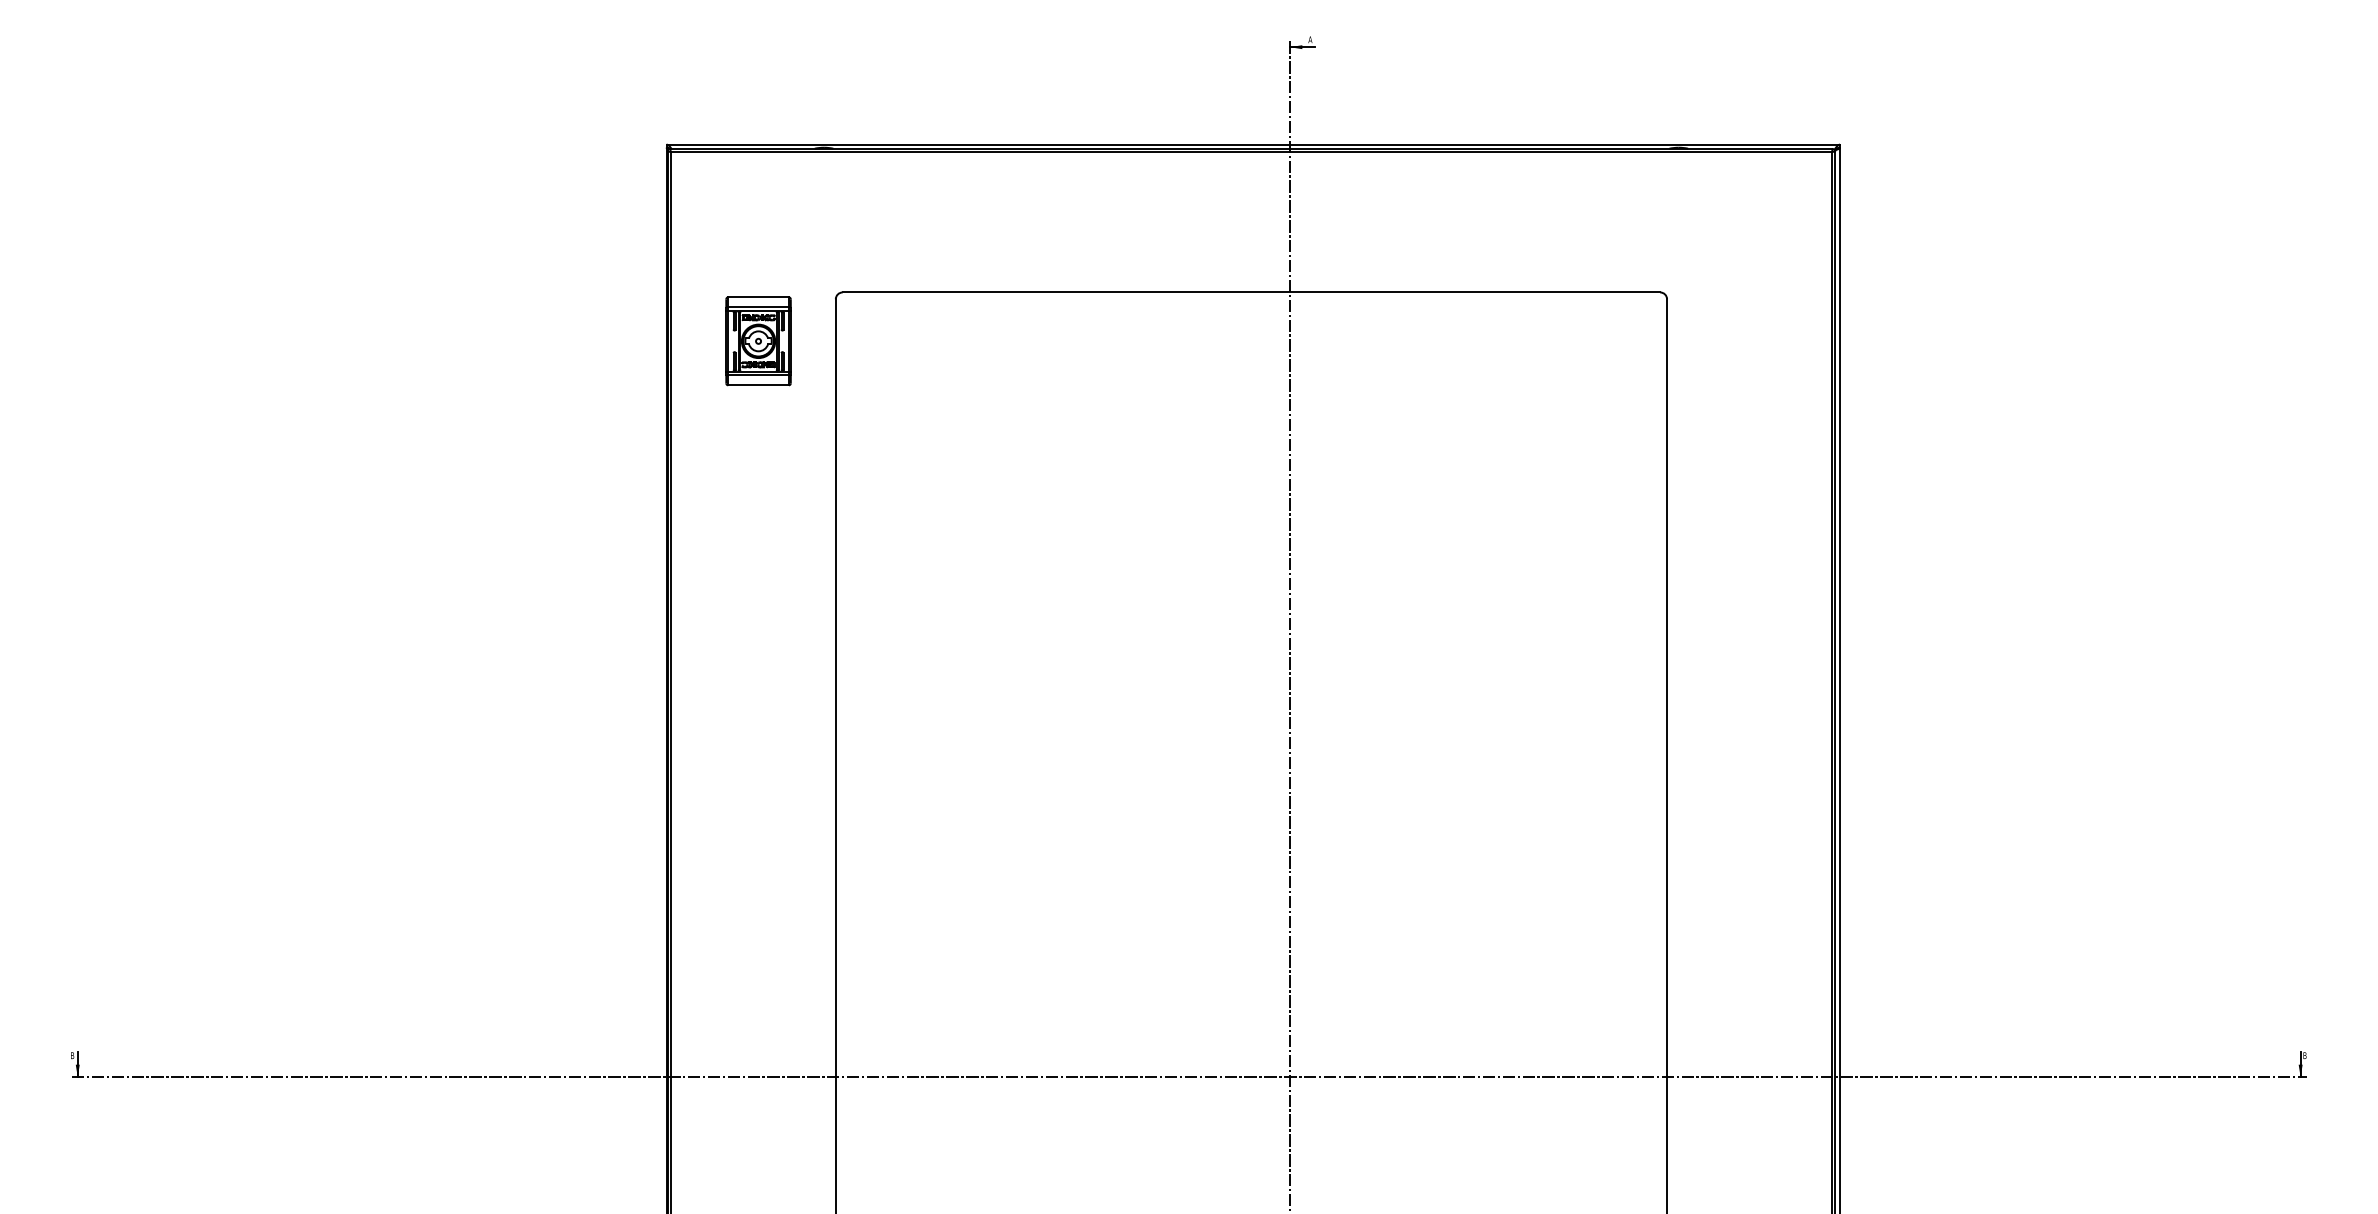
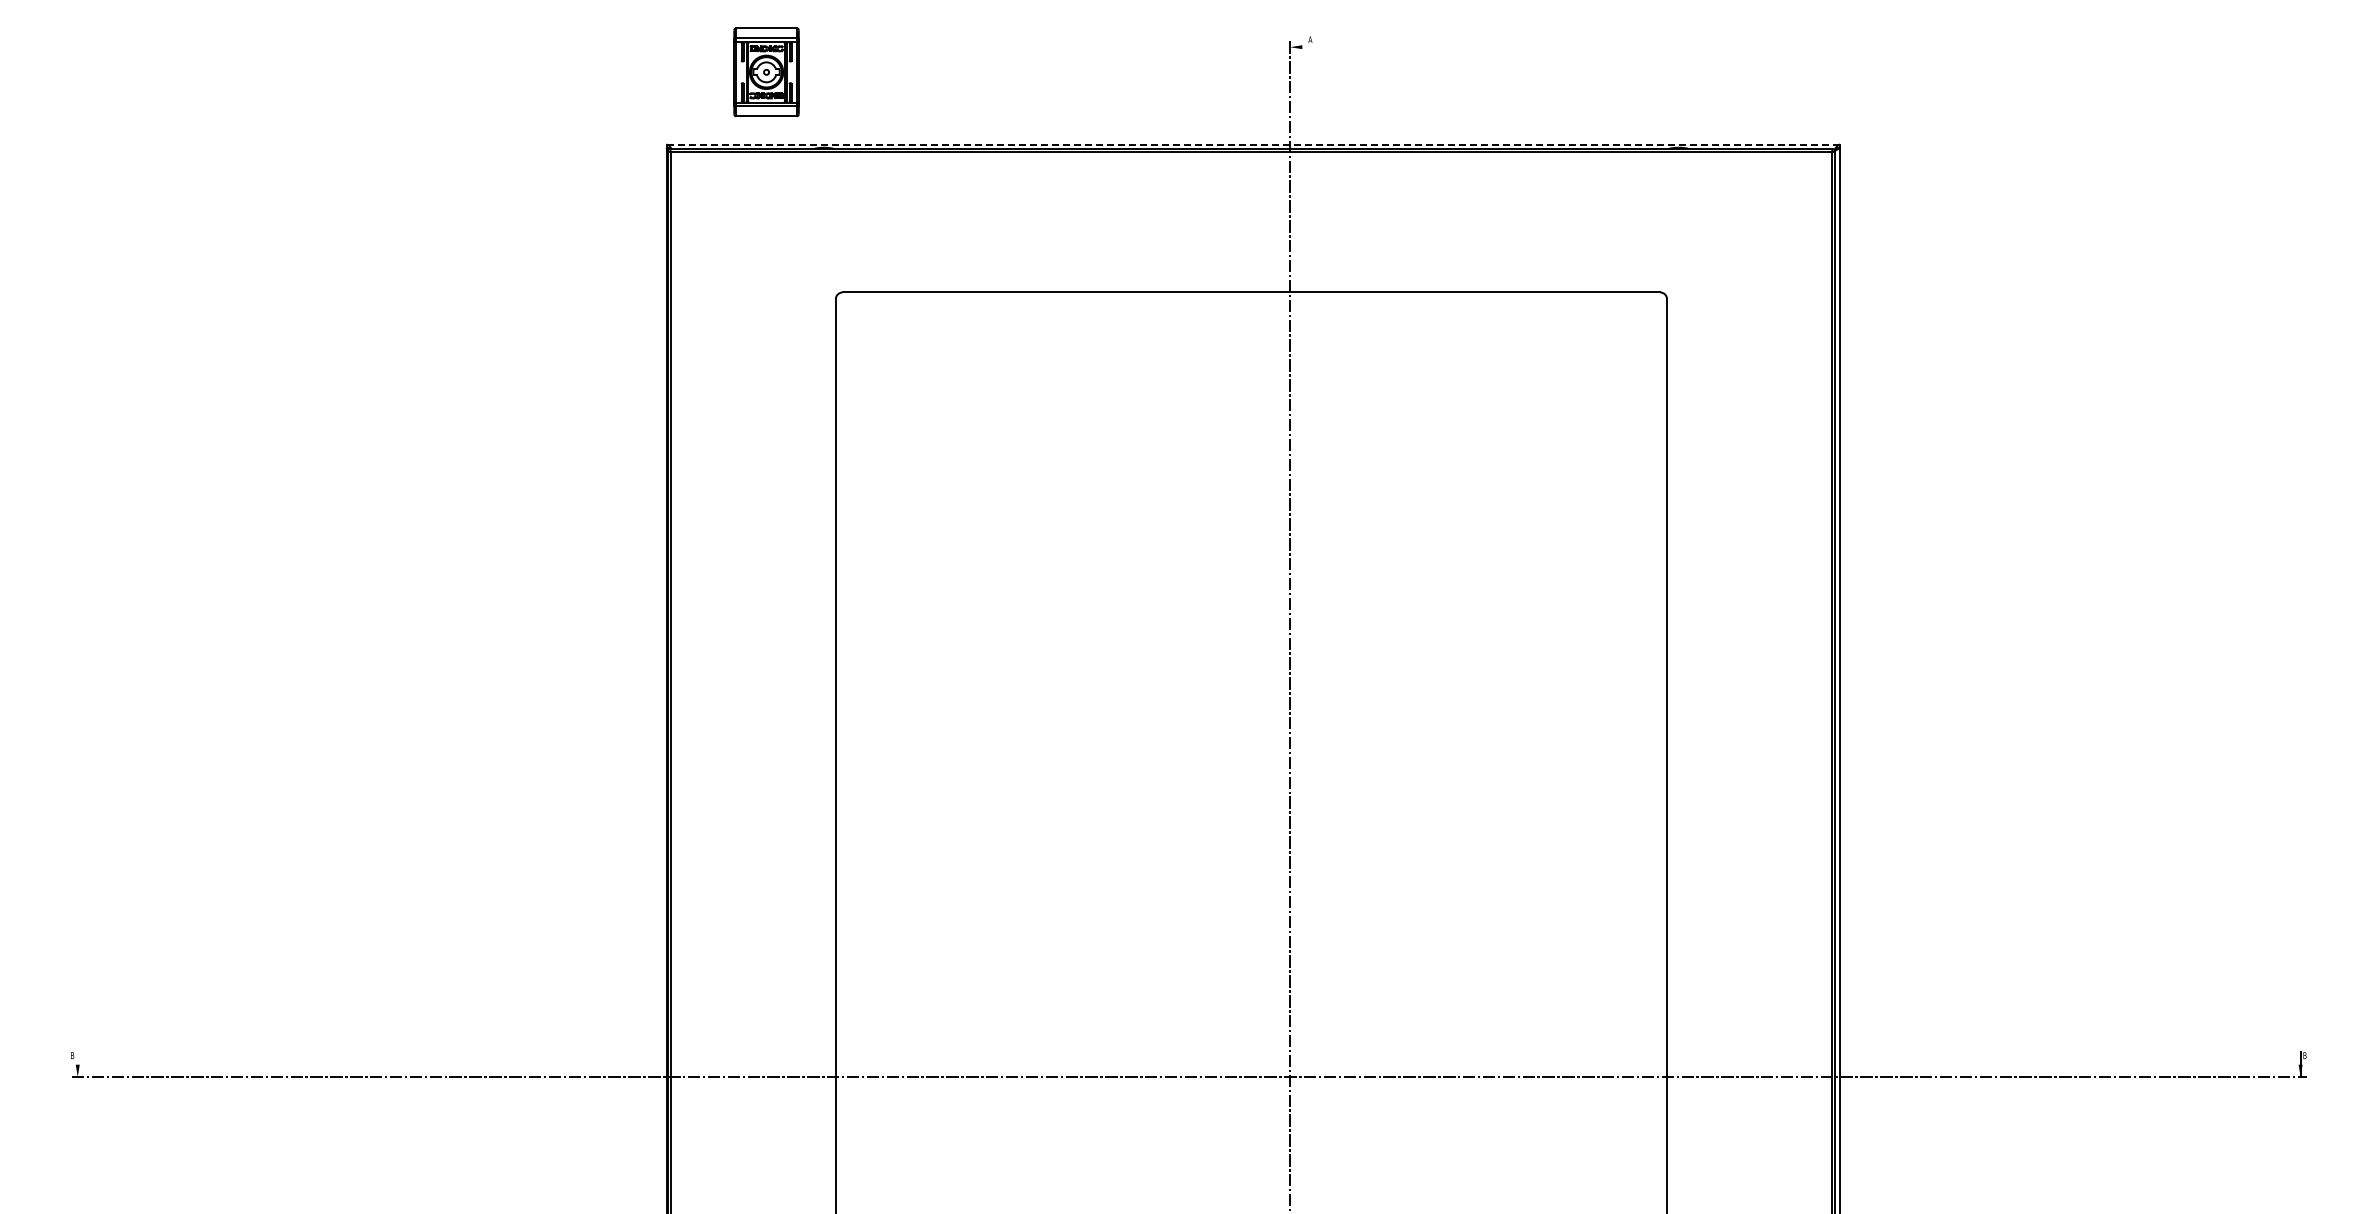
line at (1301, 47): present -> none
line at (1253, 144): solid -> dashed
part at (758, 341) position: (758, 341) -> (766, 72)
line at (77, 1064): present -> none
